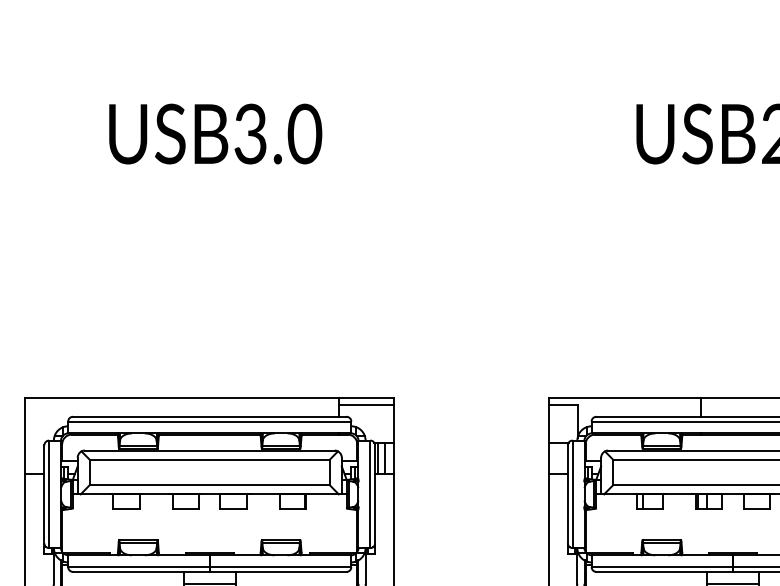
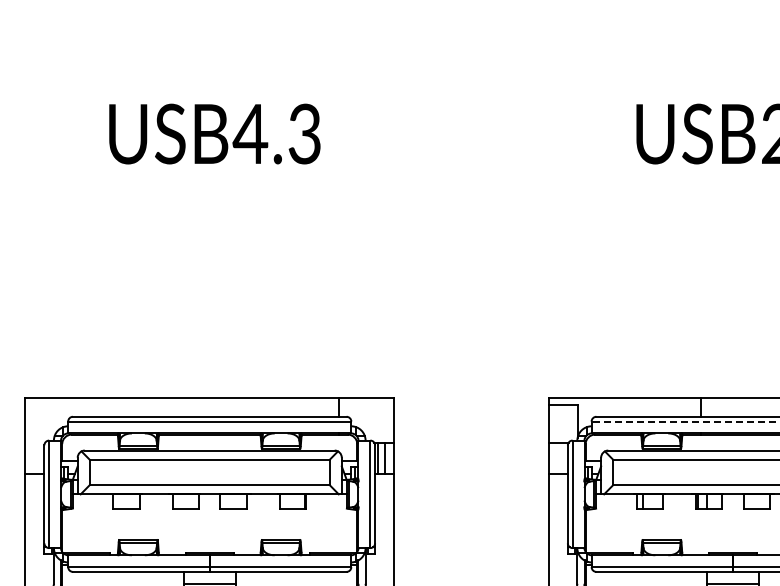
text at (277, 133): USB3.0 -> USB4.3
line at (366, 404): present -> none
line at (685, 421): solid -> dashed
